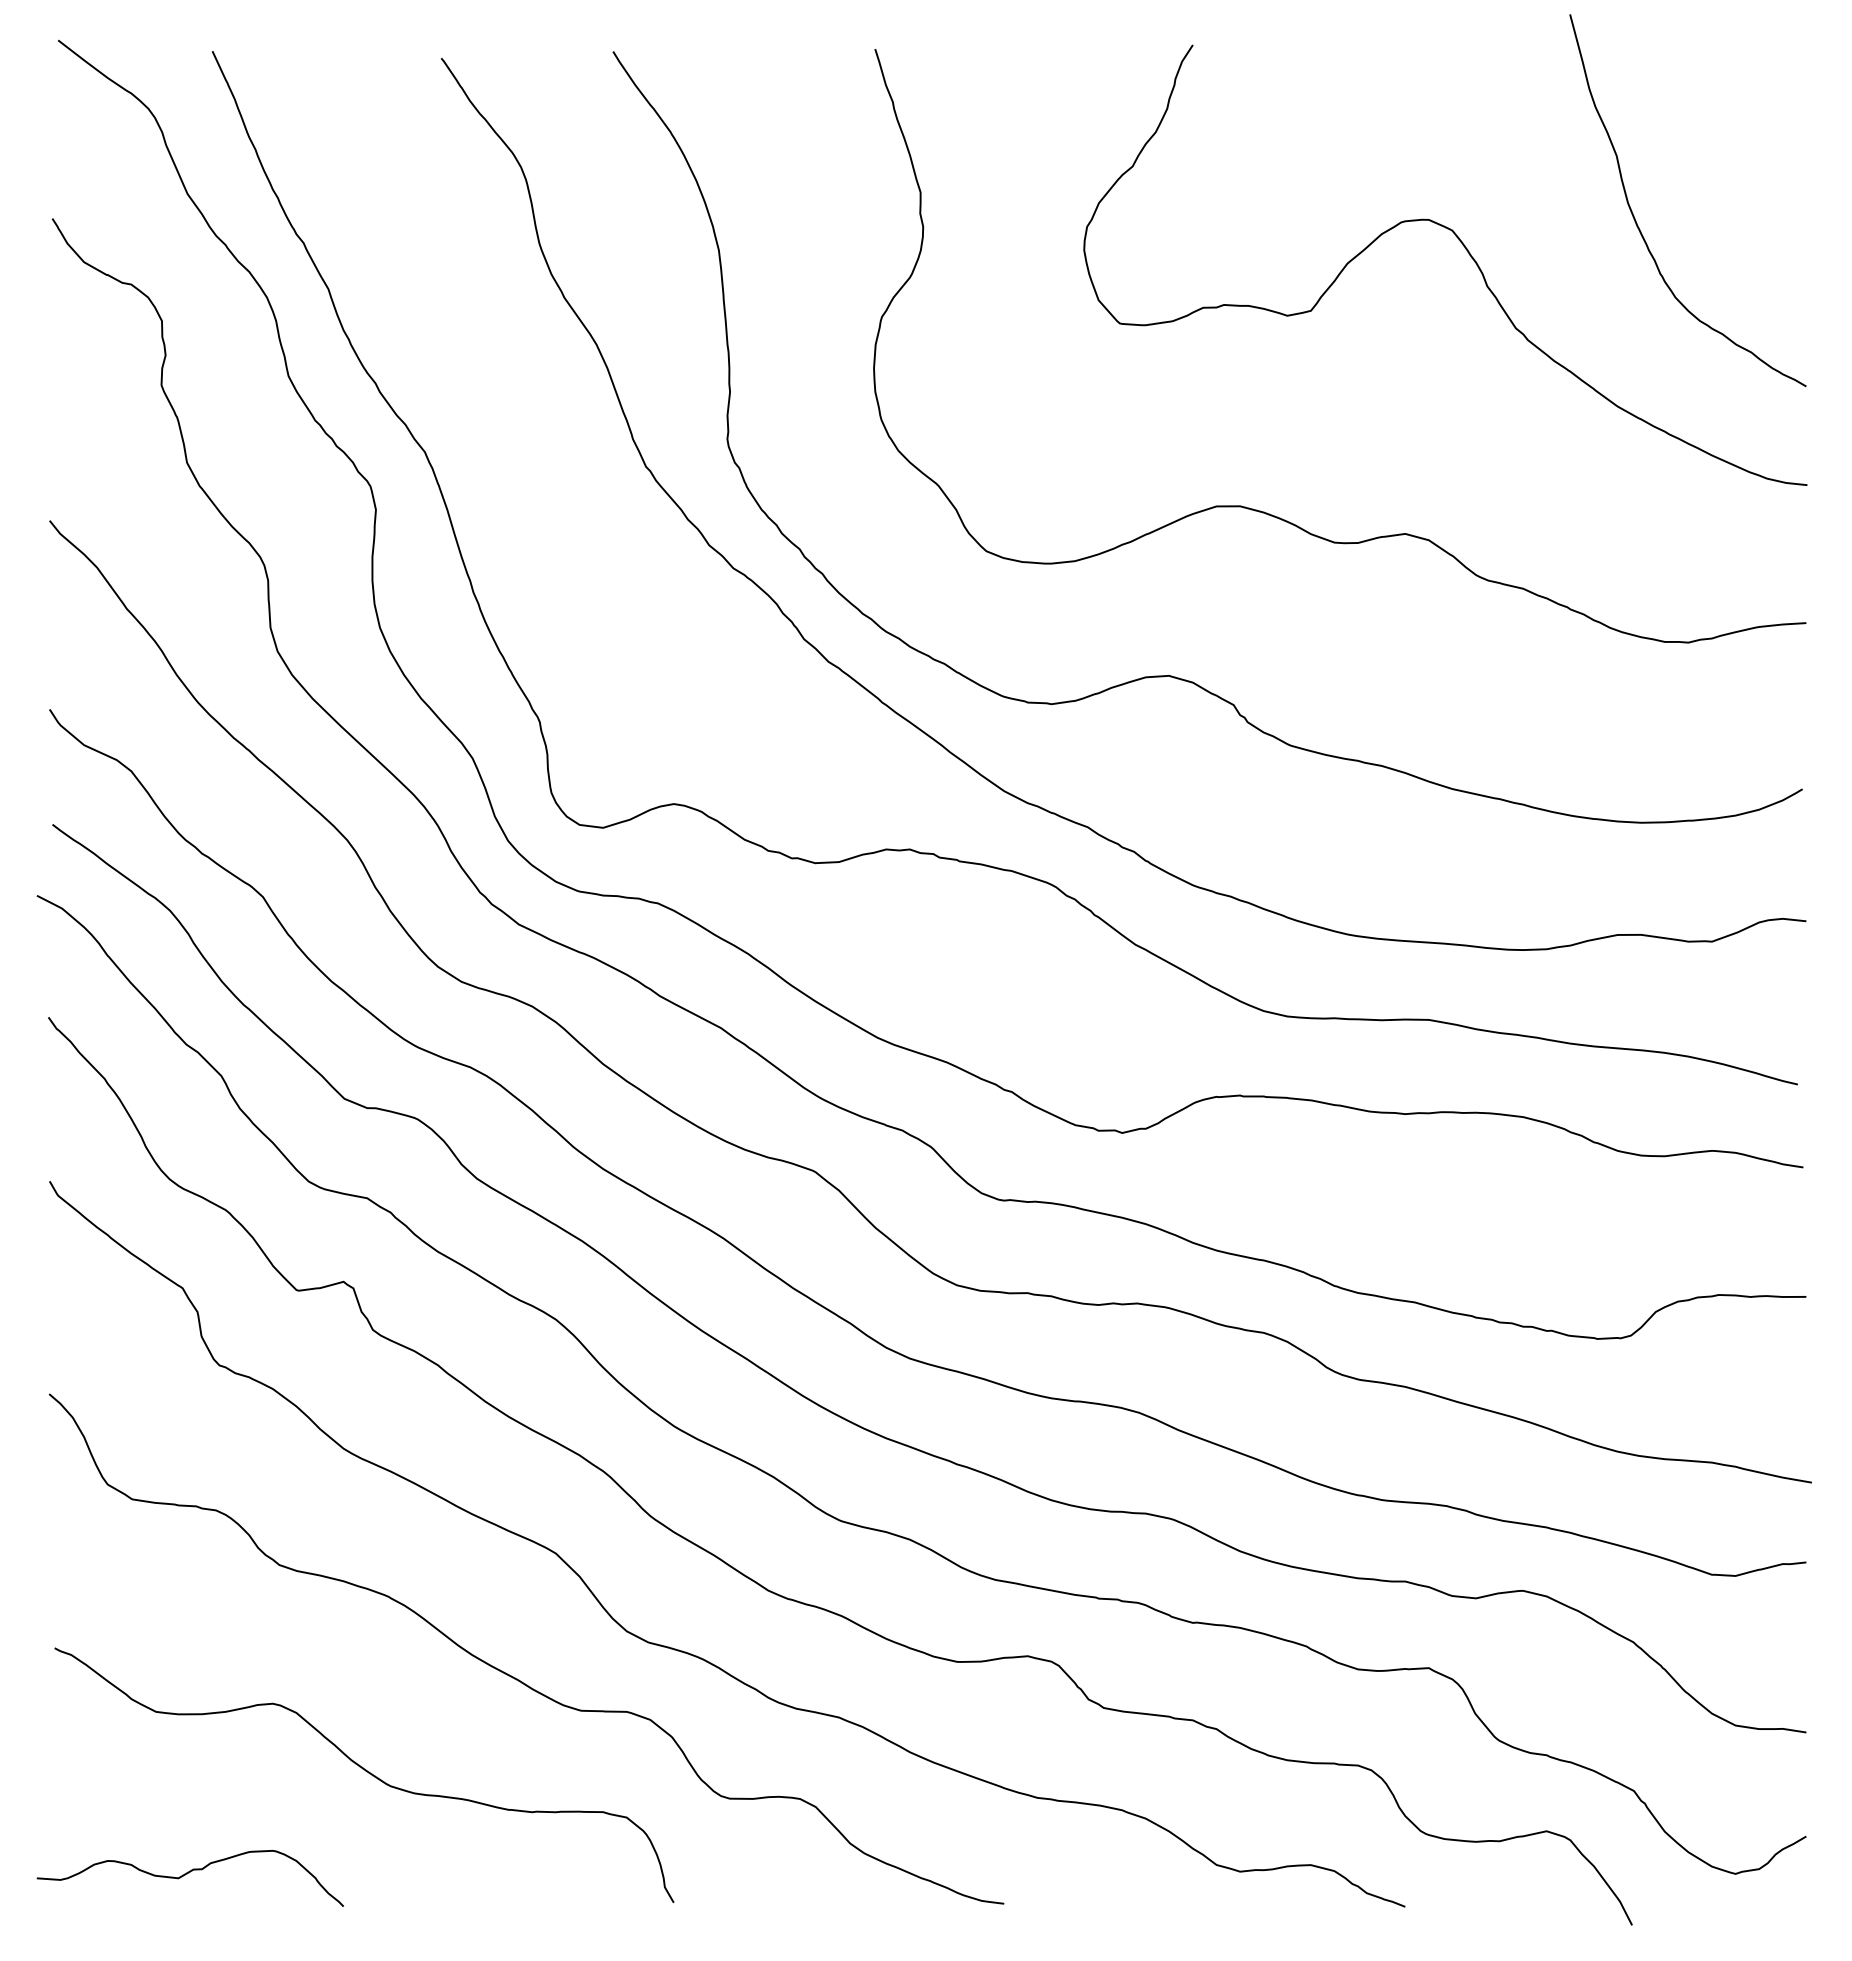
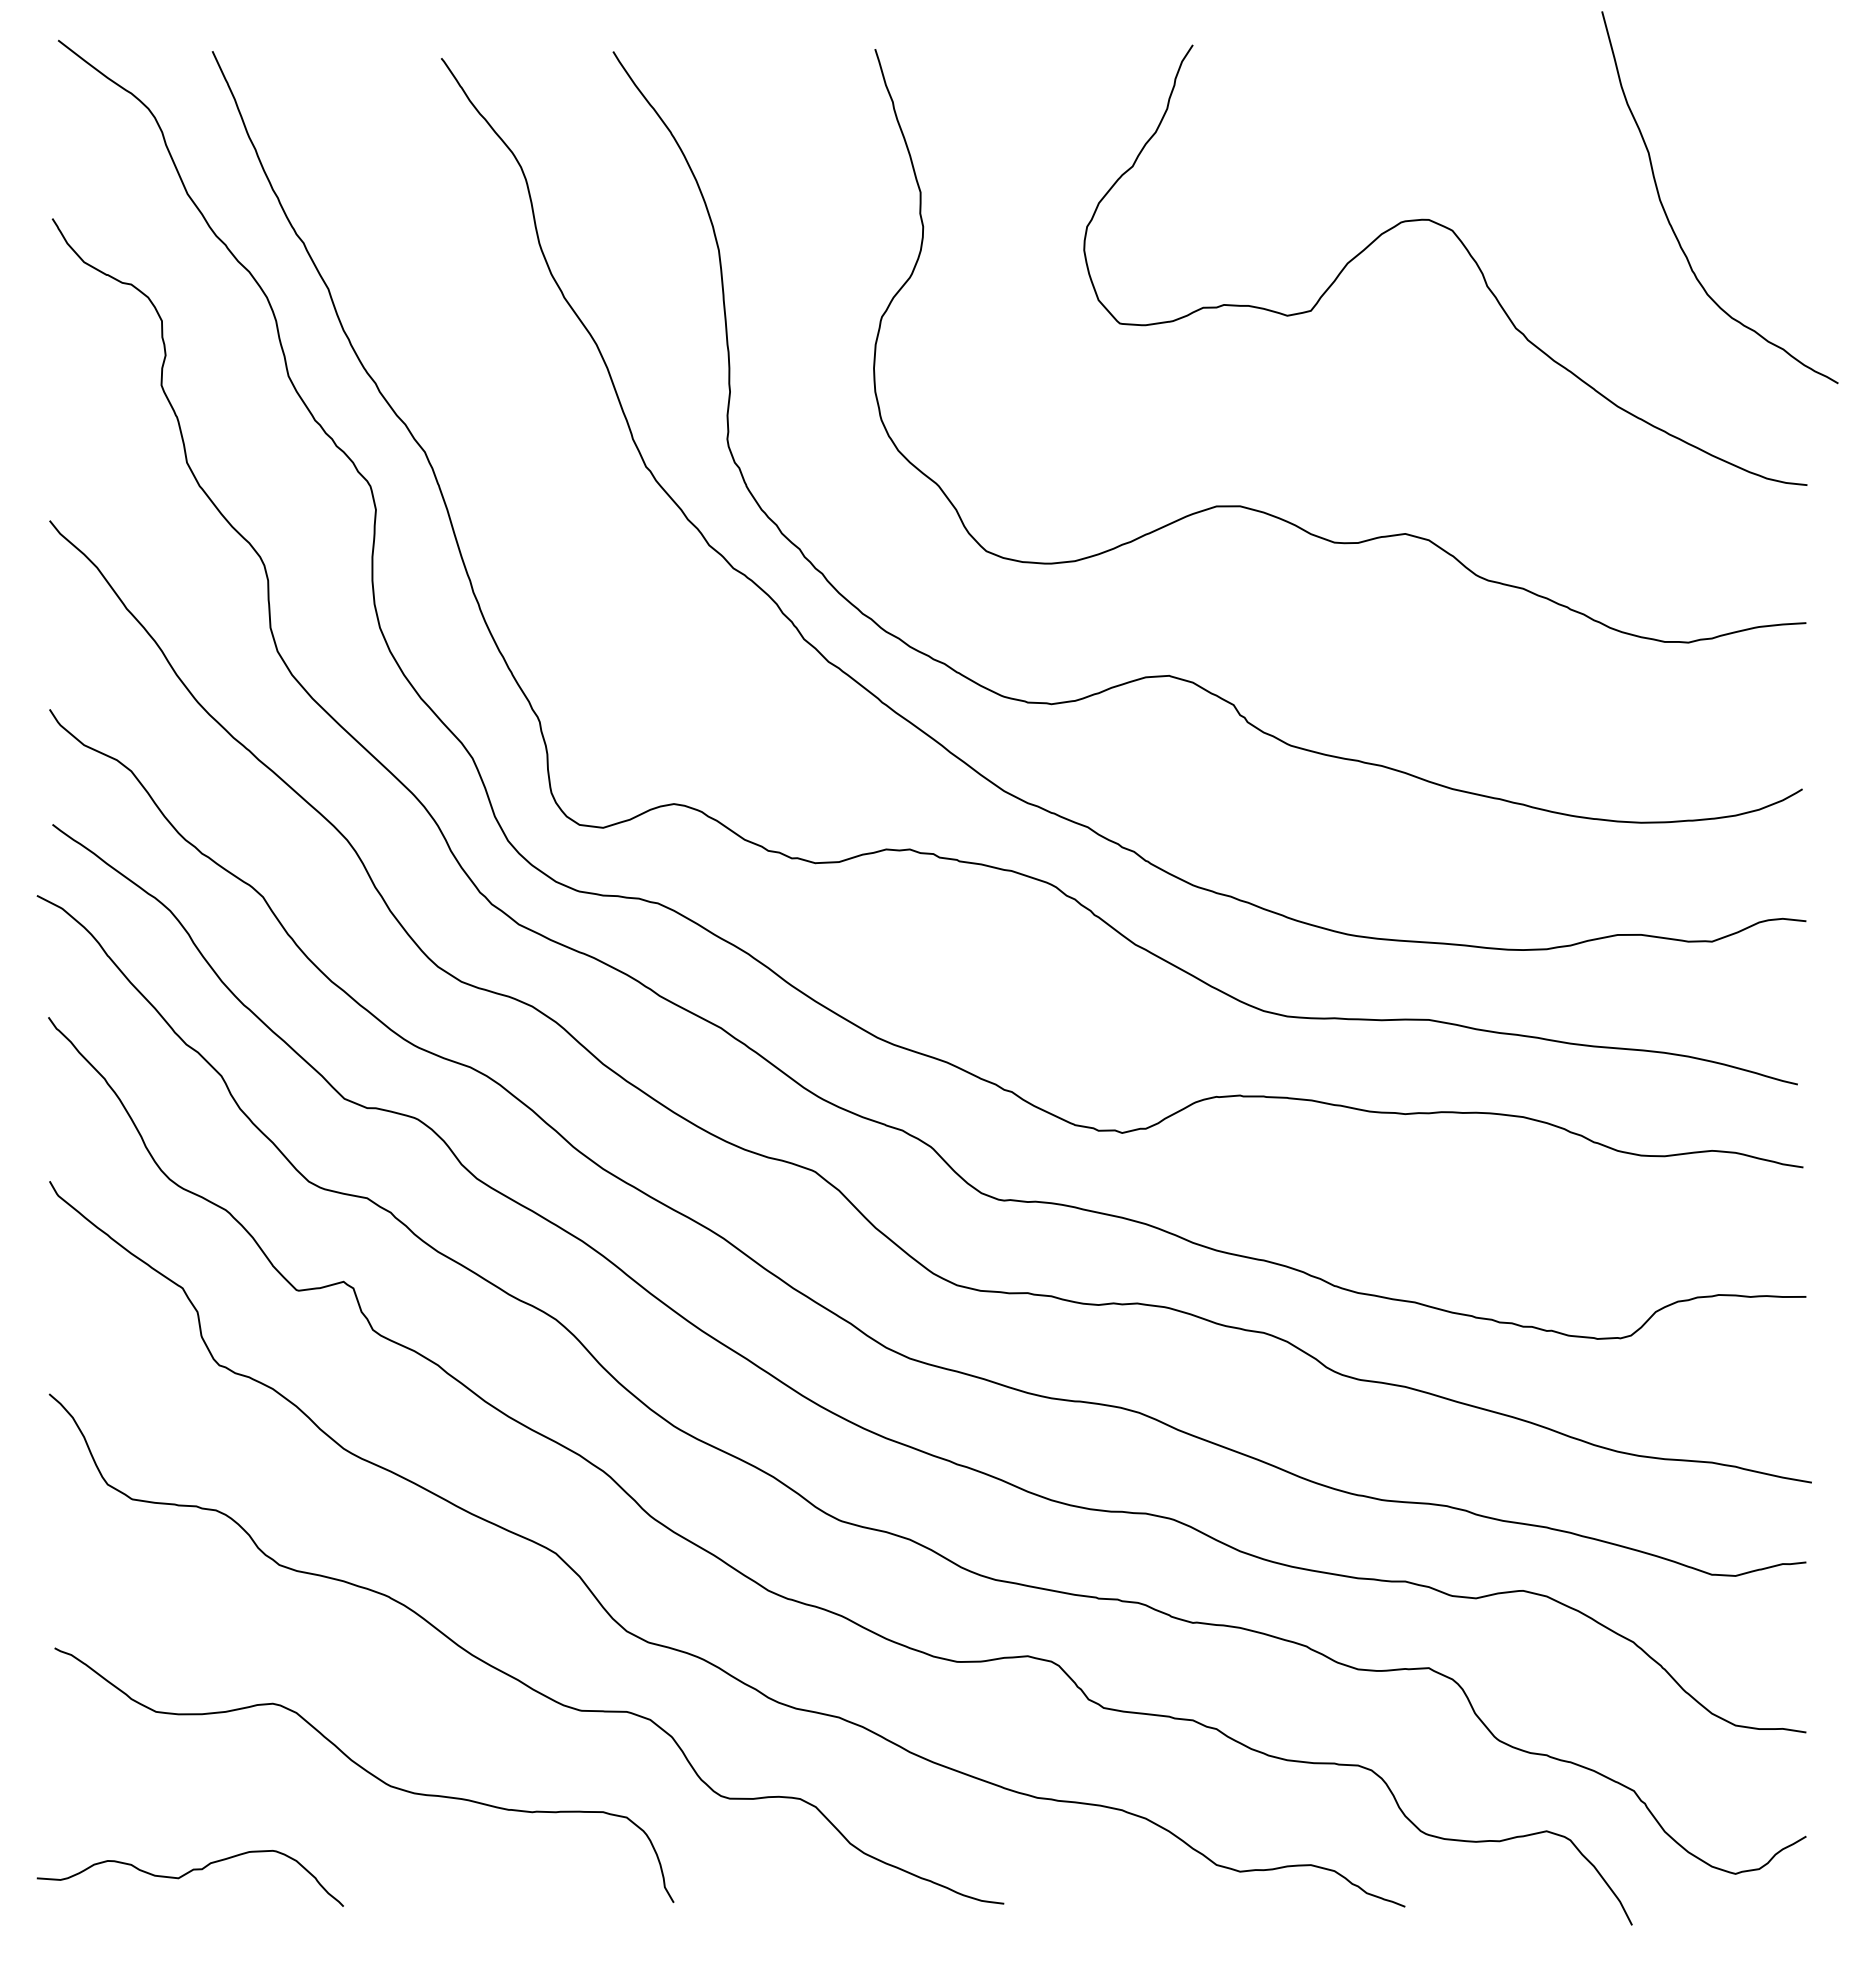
curve at (1636, 220) position: (1636, 220) -> (1668, 217)
